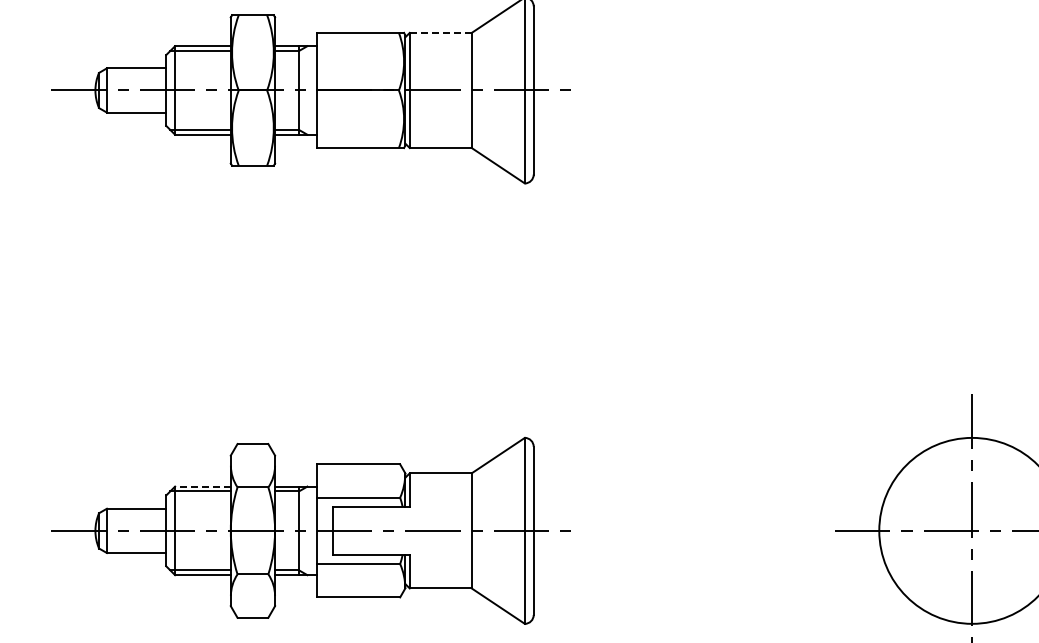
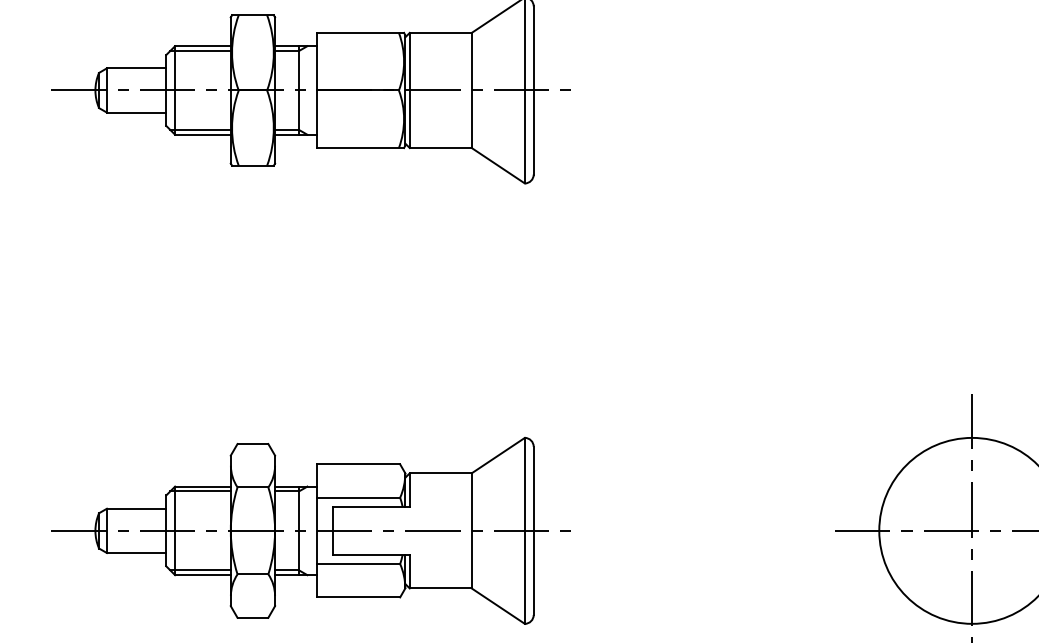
line at (440, 32): dashed -> solid
line at (202, 486): dashed -> solid
